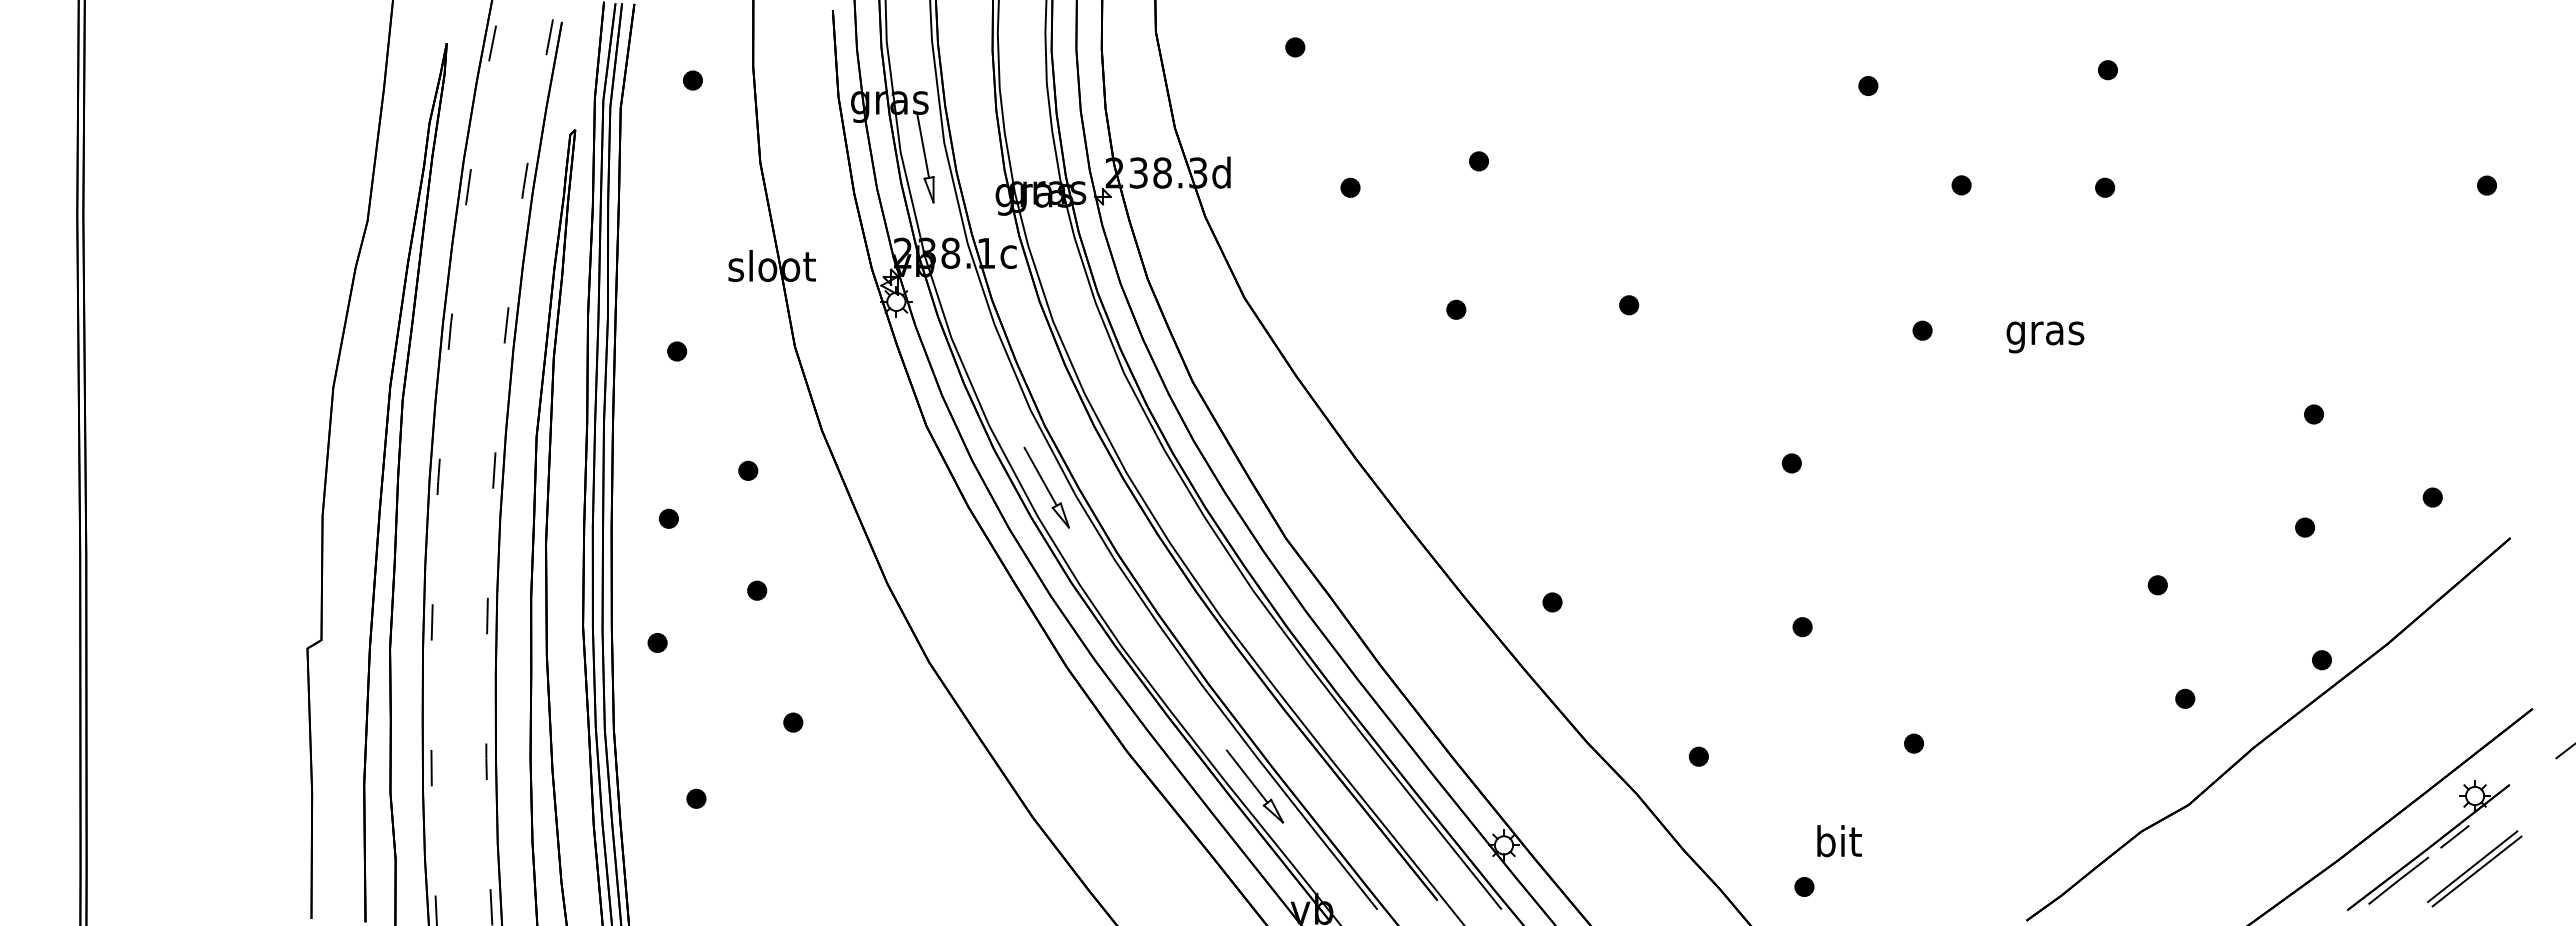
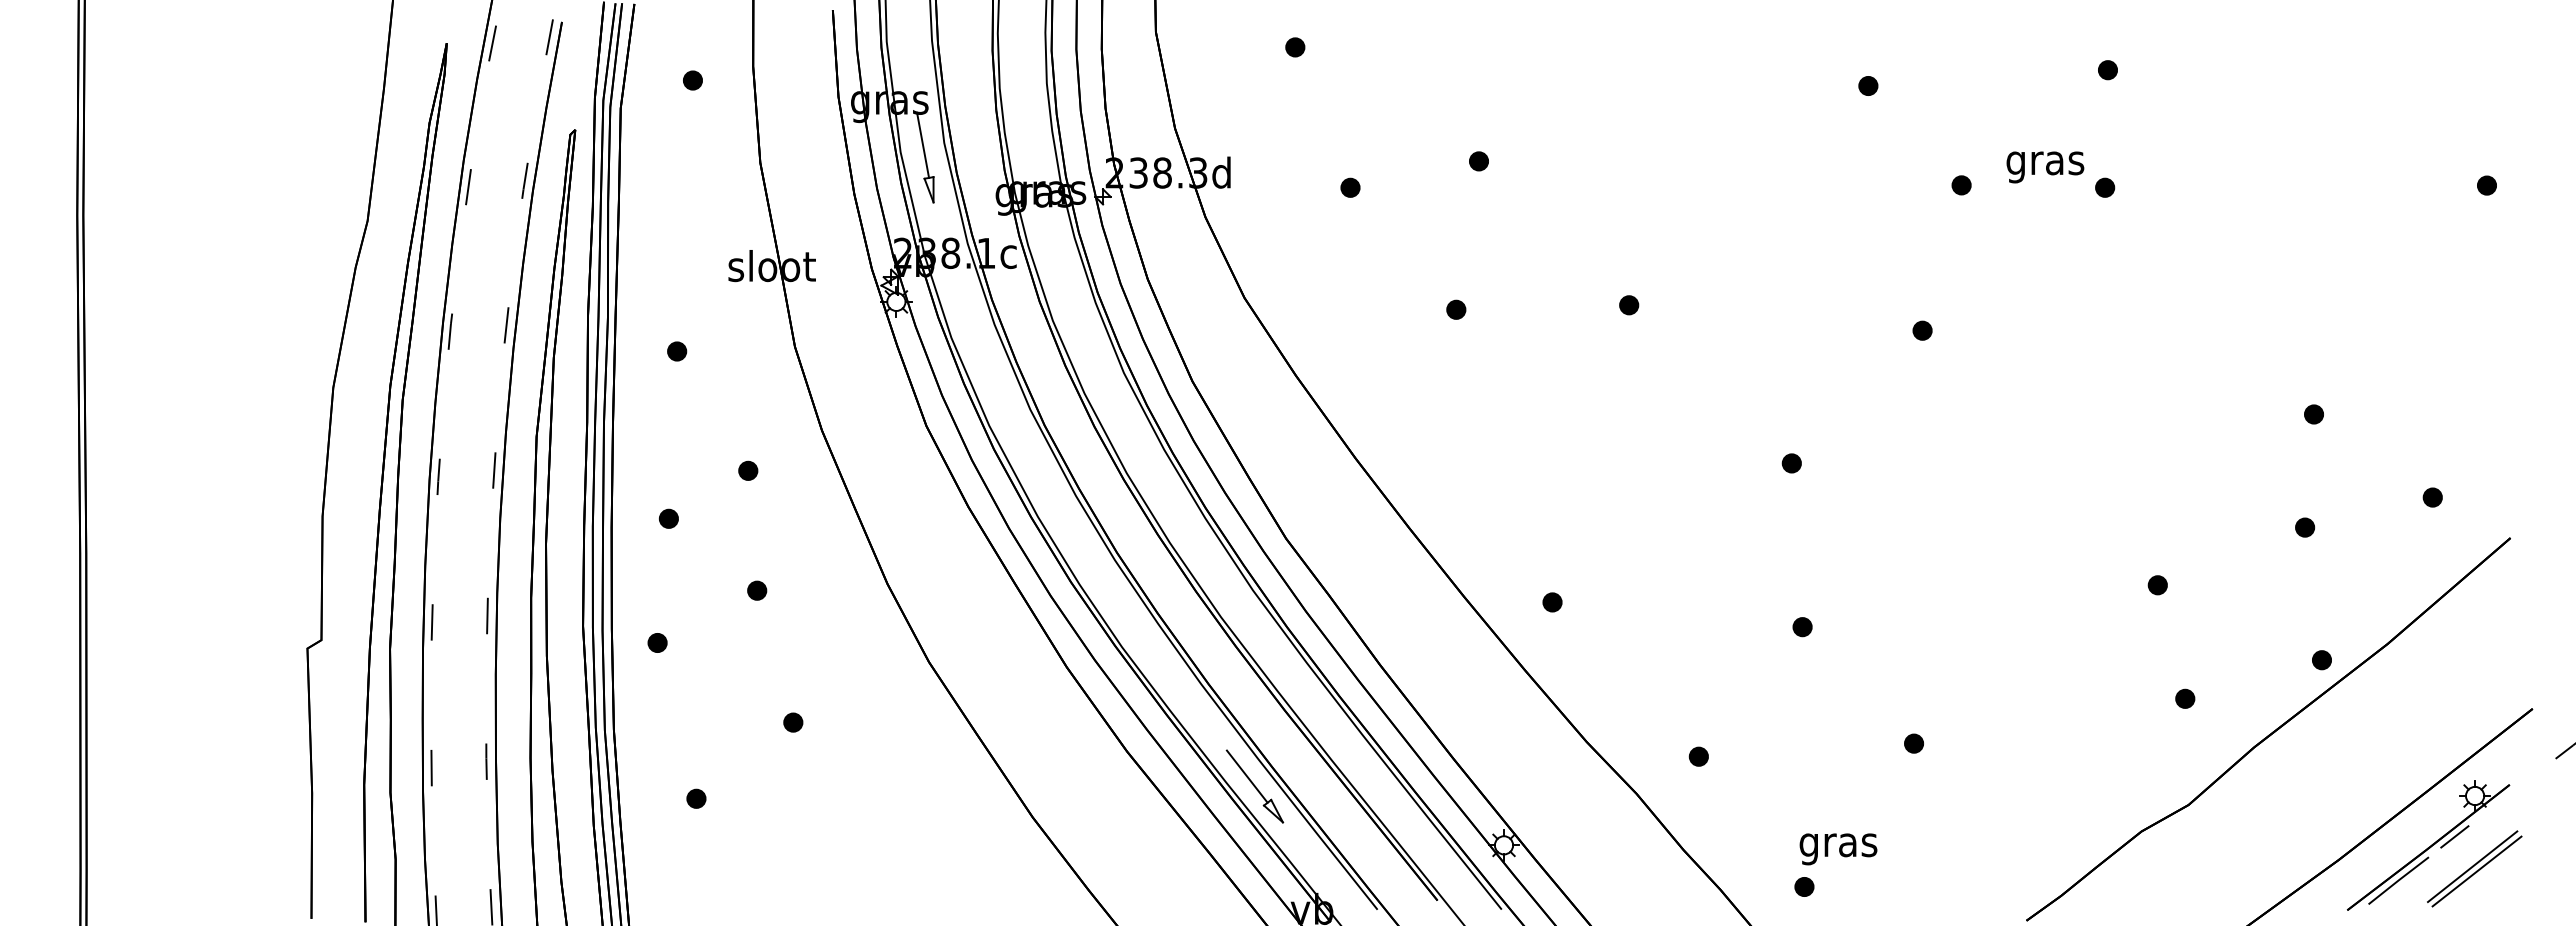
text at (2045, 337) position: (2045, 337) -> (2045, 167)
part at (1046, 487): present -> none
text at (1838, 845): bit -> gras
